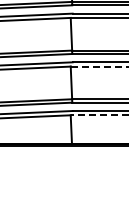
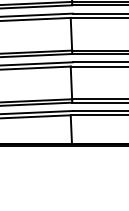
line at (99, 66): dashed -> solid
line at (99, 115): dashed -> solid
